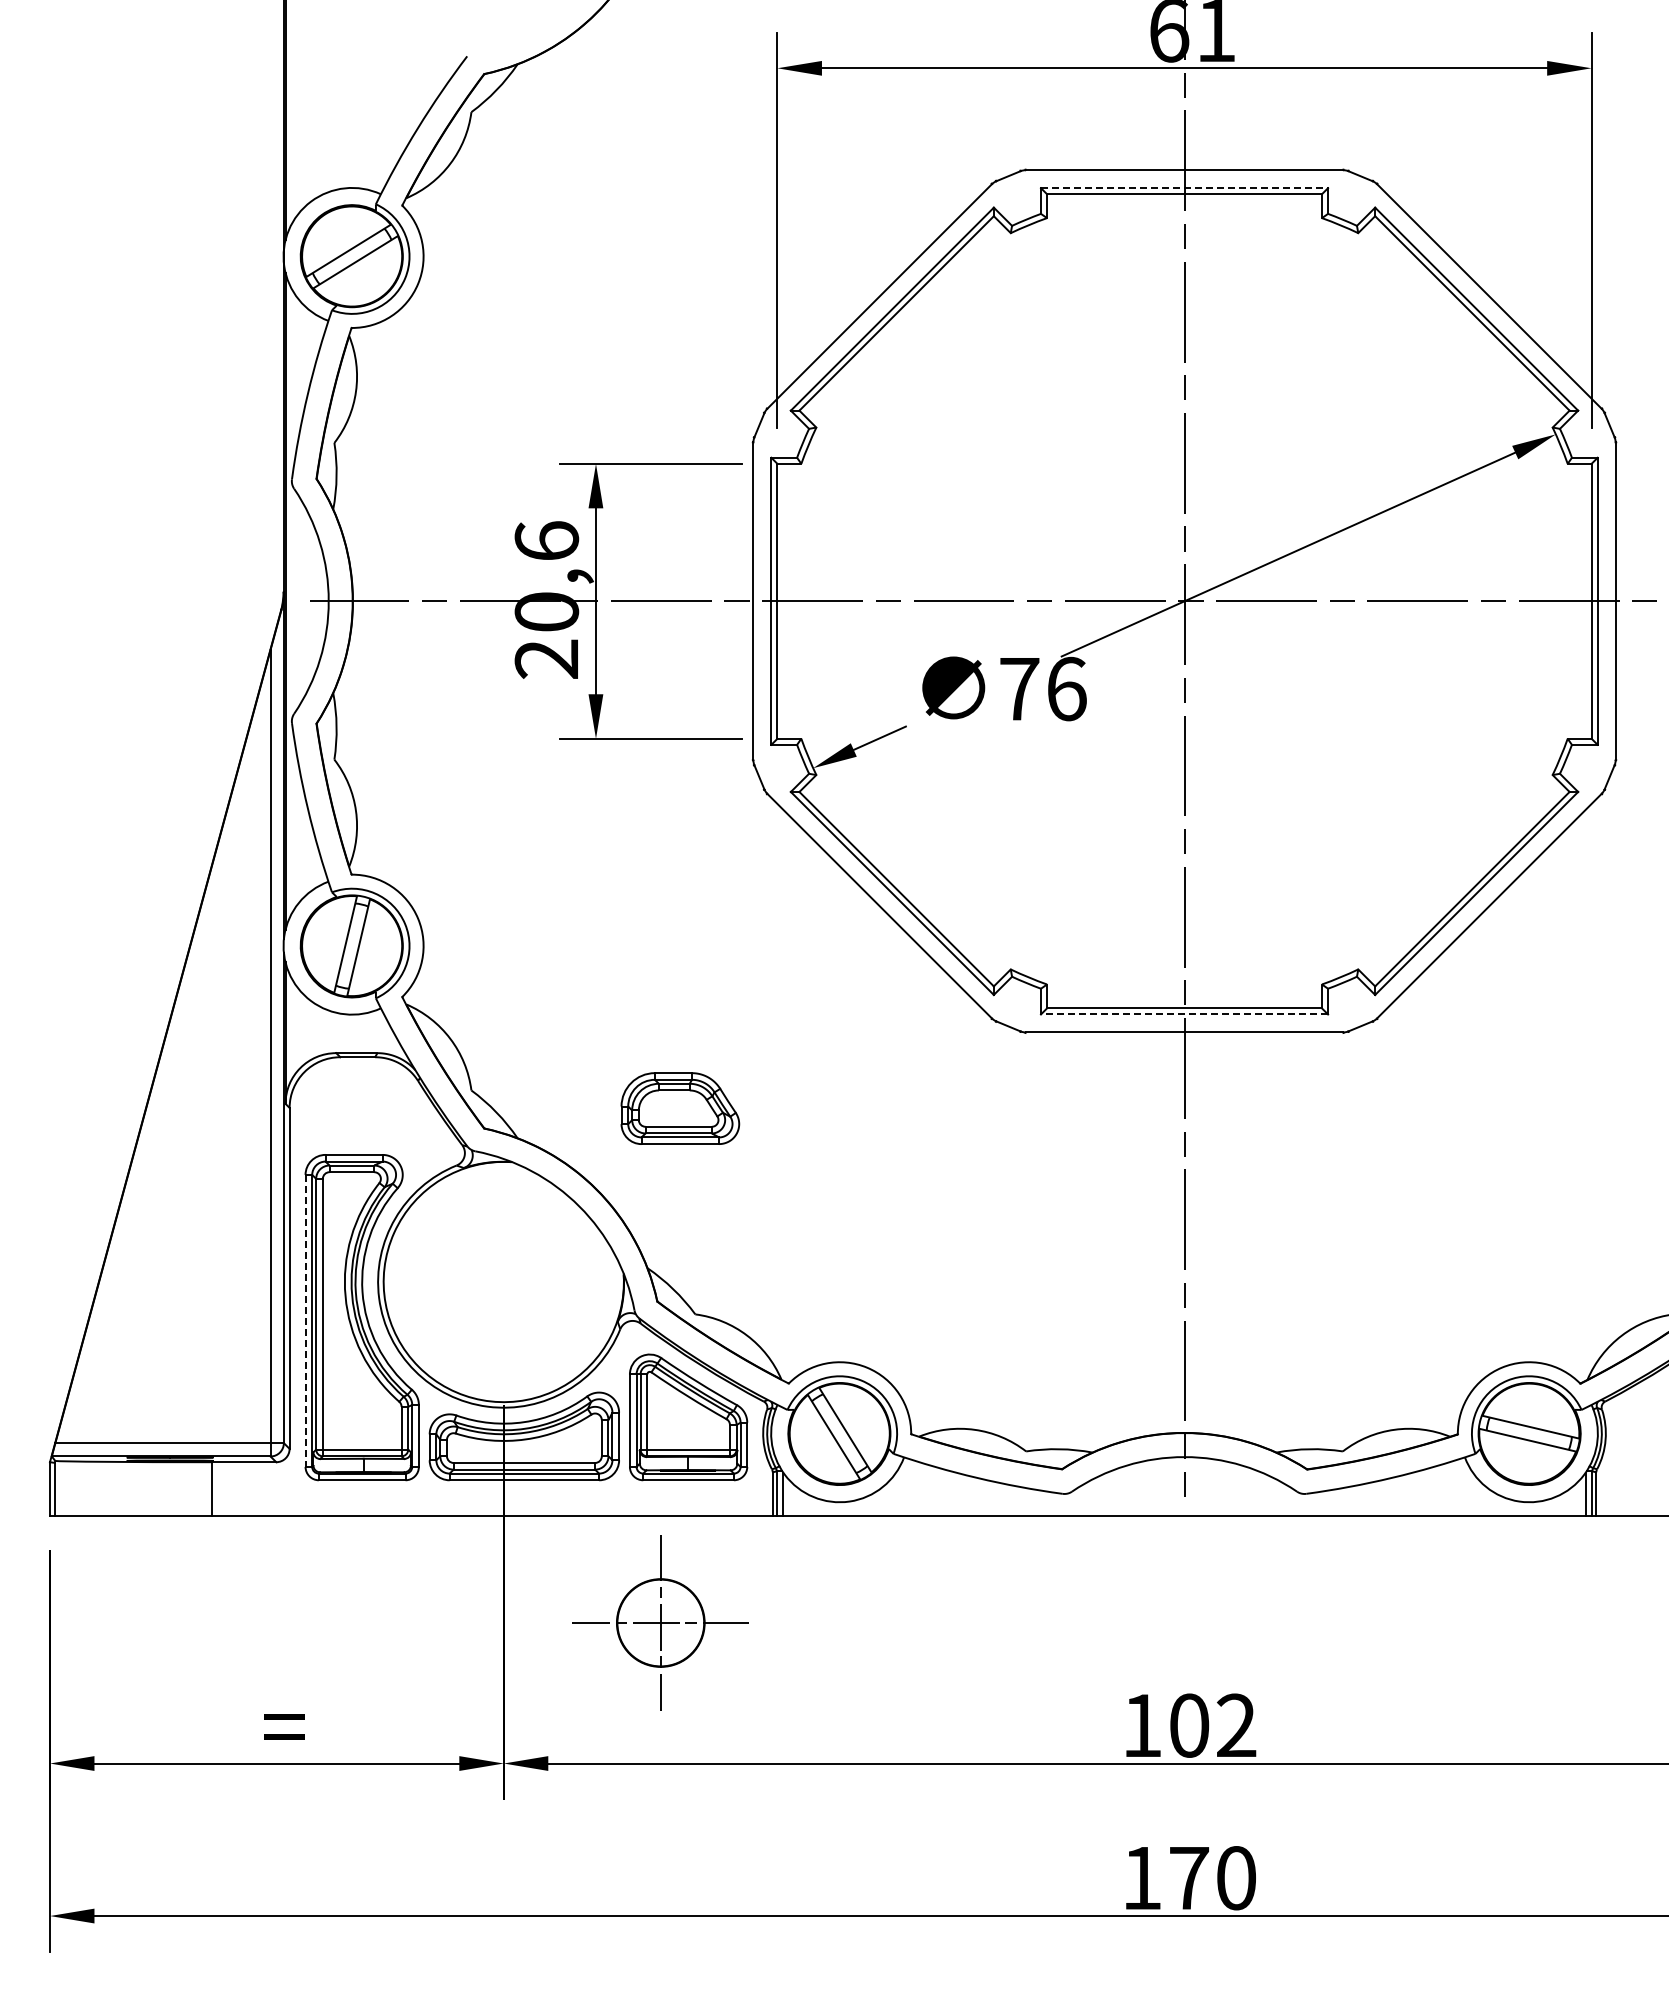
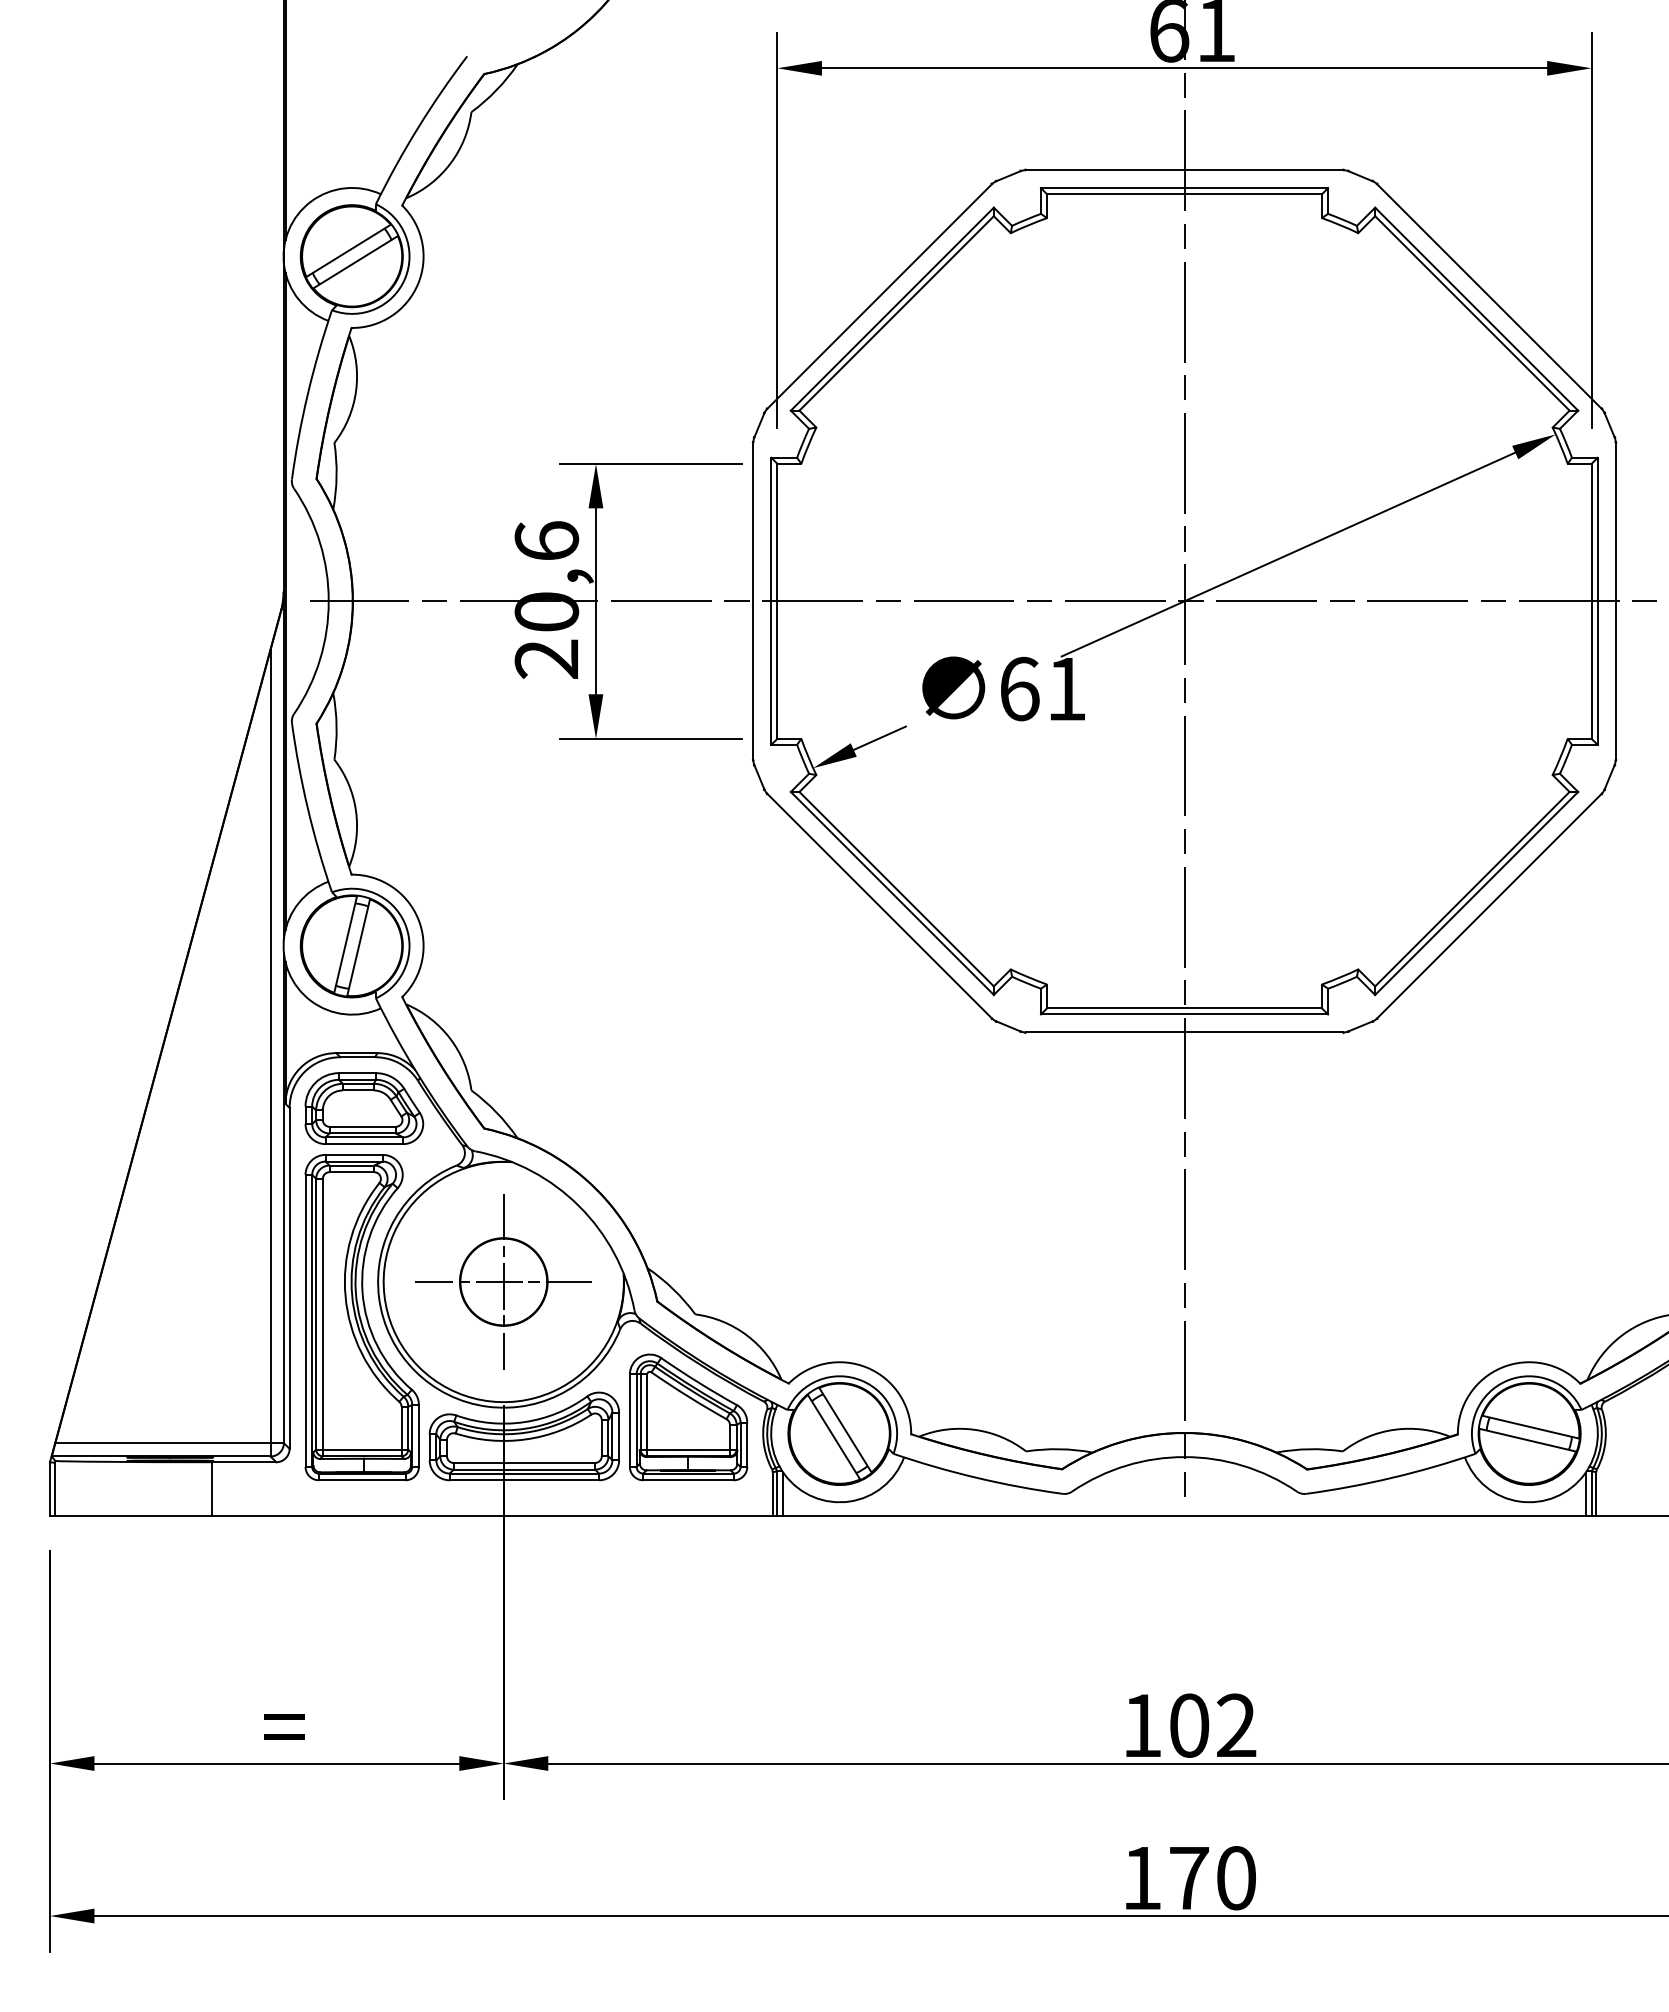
line at (1184, 188): dashed -> solid
text at (1043, 688): 76 -> 61
line at (1184, 1014): dashed -> solid
part at (680, 1108) position: (680, 1108) -> (364, 1108)
line at (305, 1321): dashed -> solid
part at (660, 1622) position: (660, 1622) -> (503, 1281)
